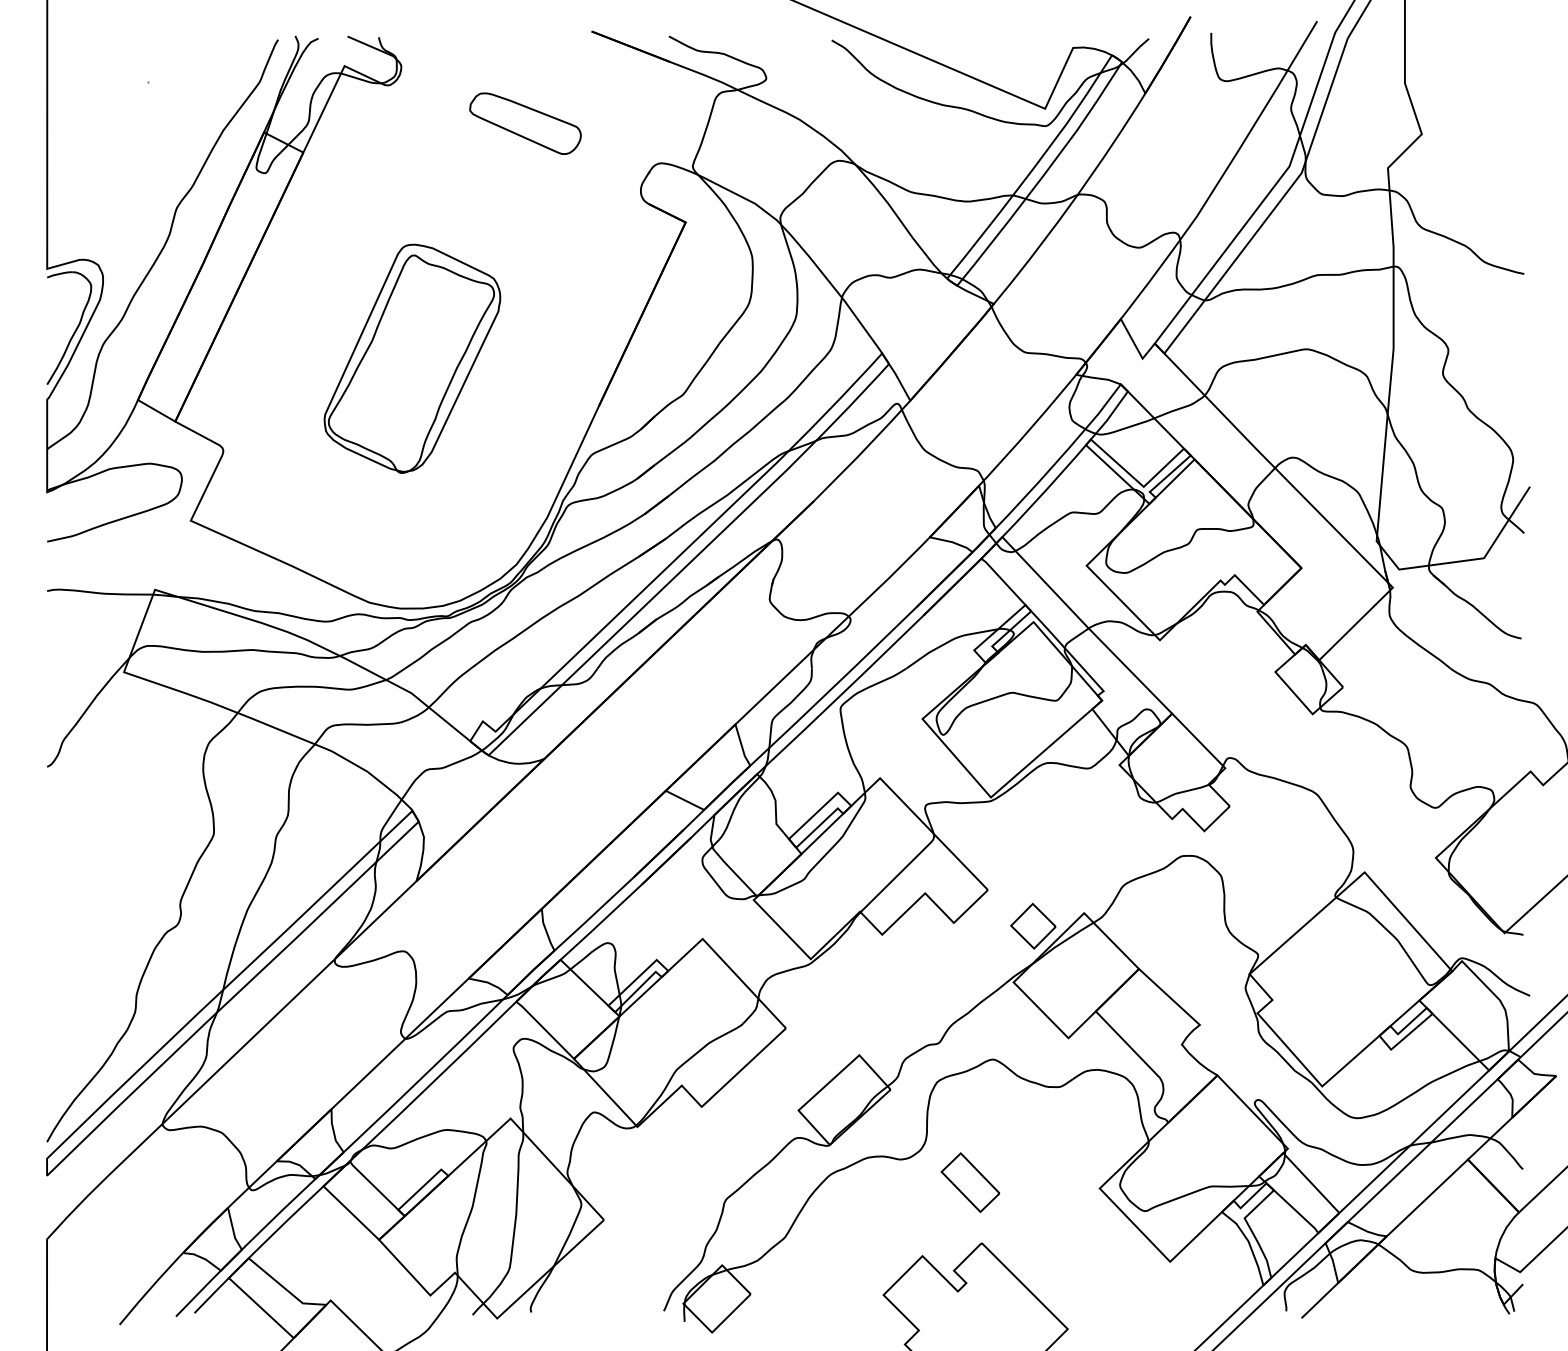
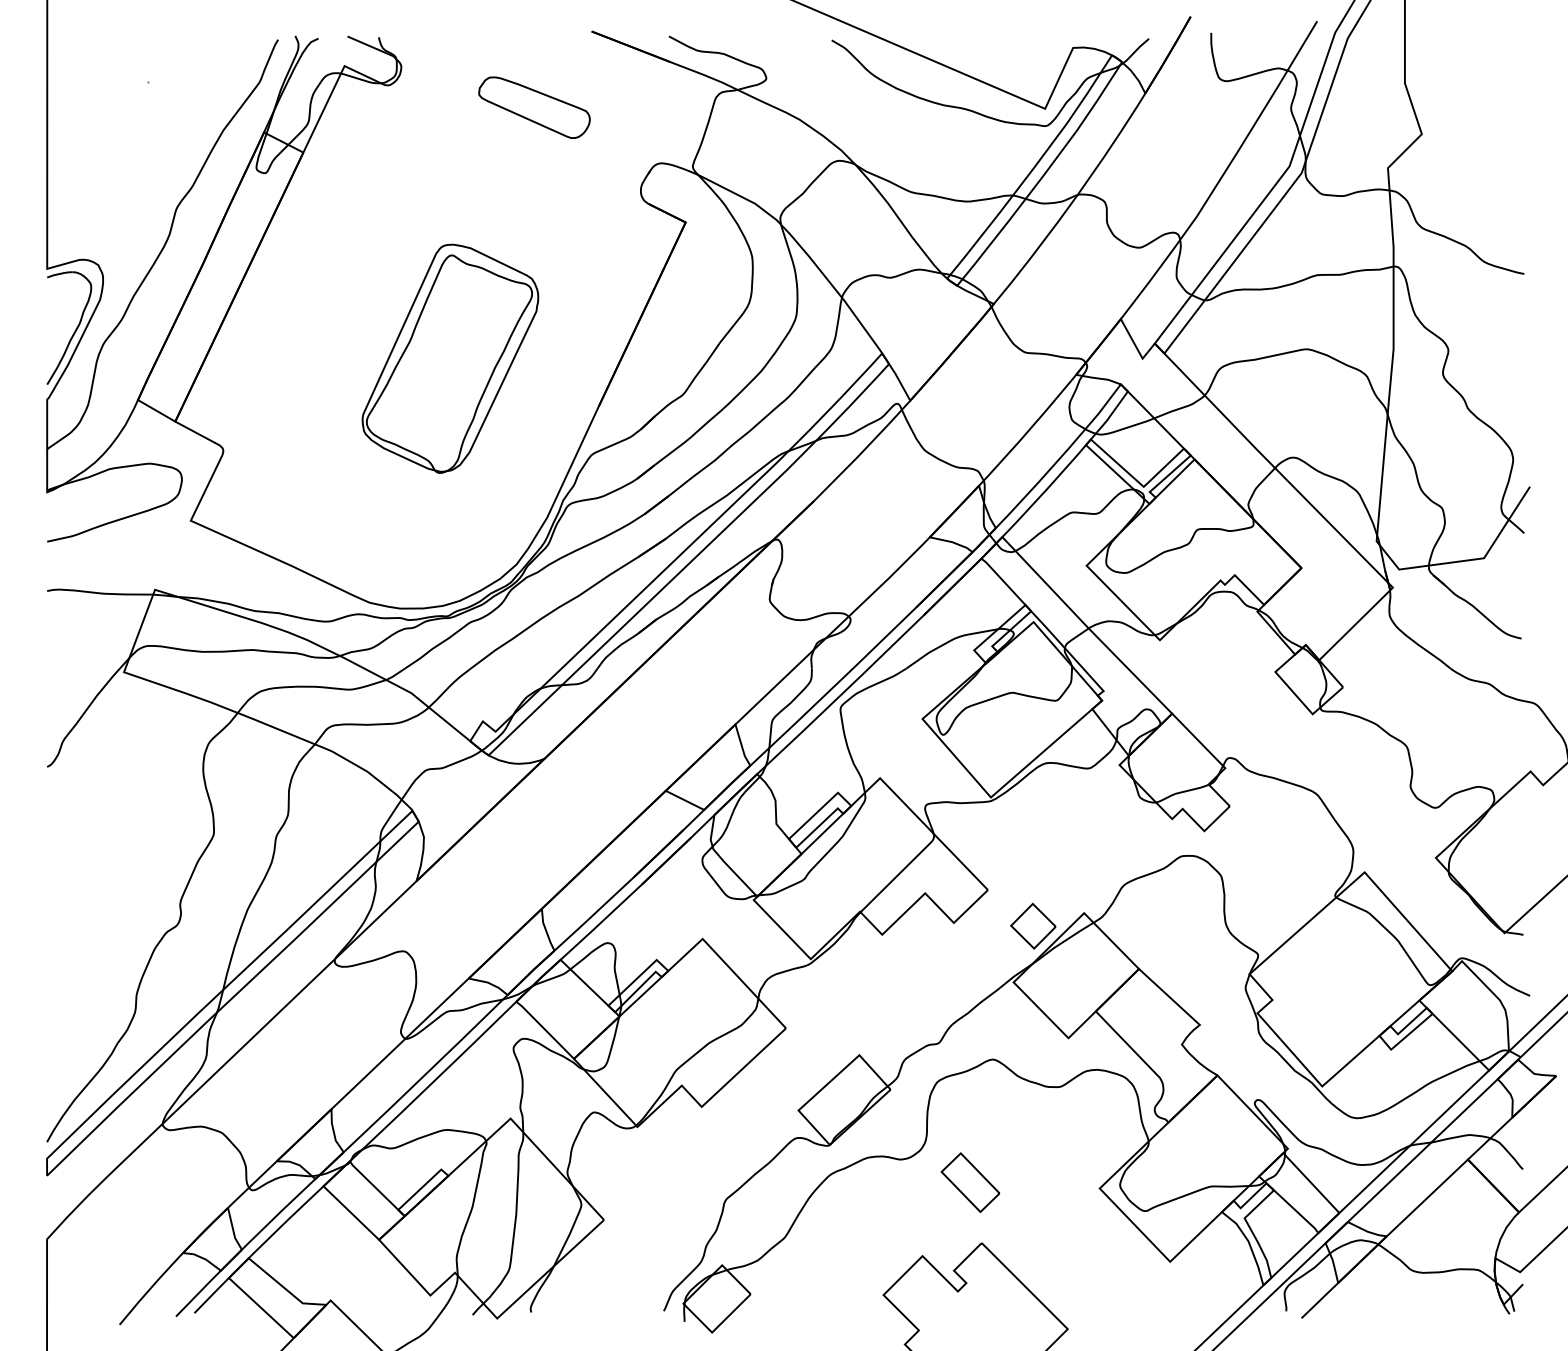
part at (525, 123) position: (525, 123) -> (534, 107)
part at (412, 358) position: (412, 358) -> (450, 358)
